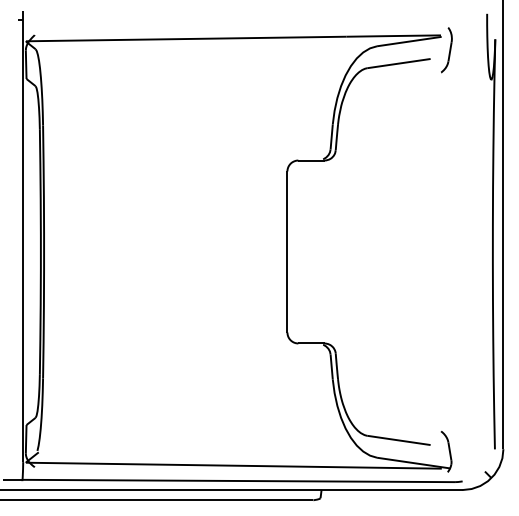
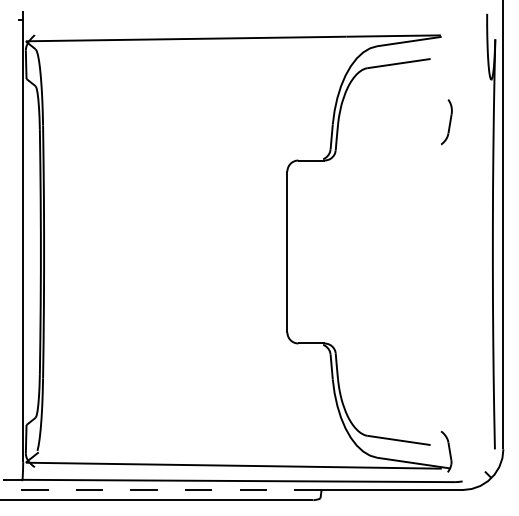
part at (446, 50) position: (446, 50) -> (446, 122)
line at (160, 490): solid -> dashed
